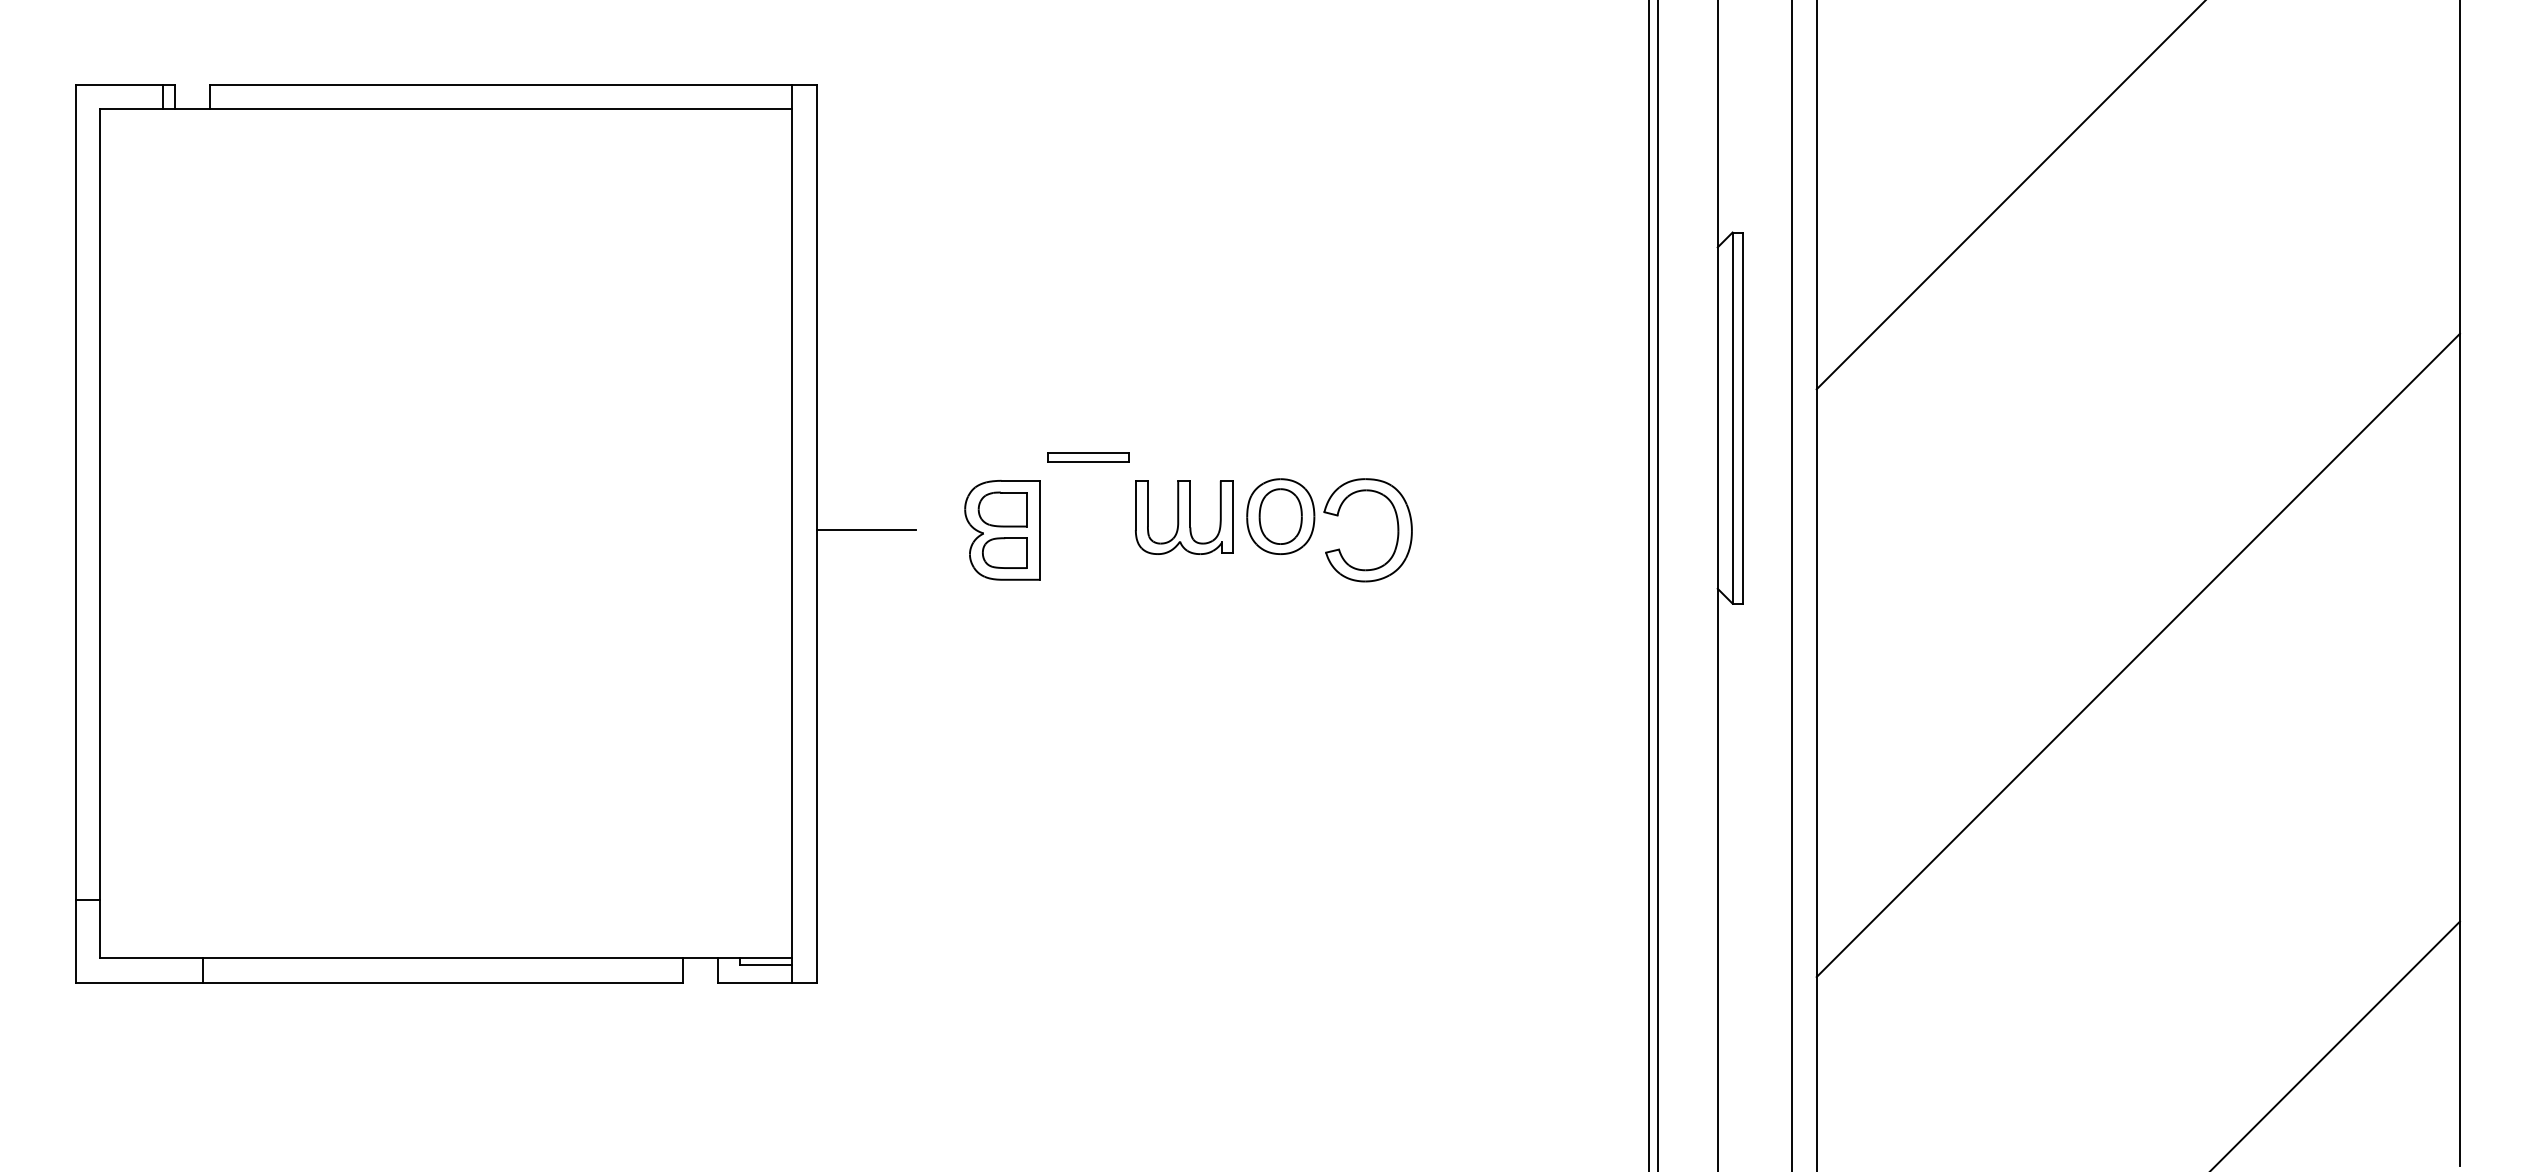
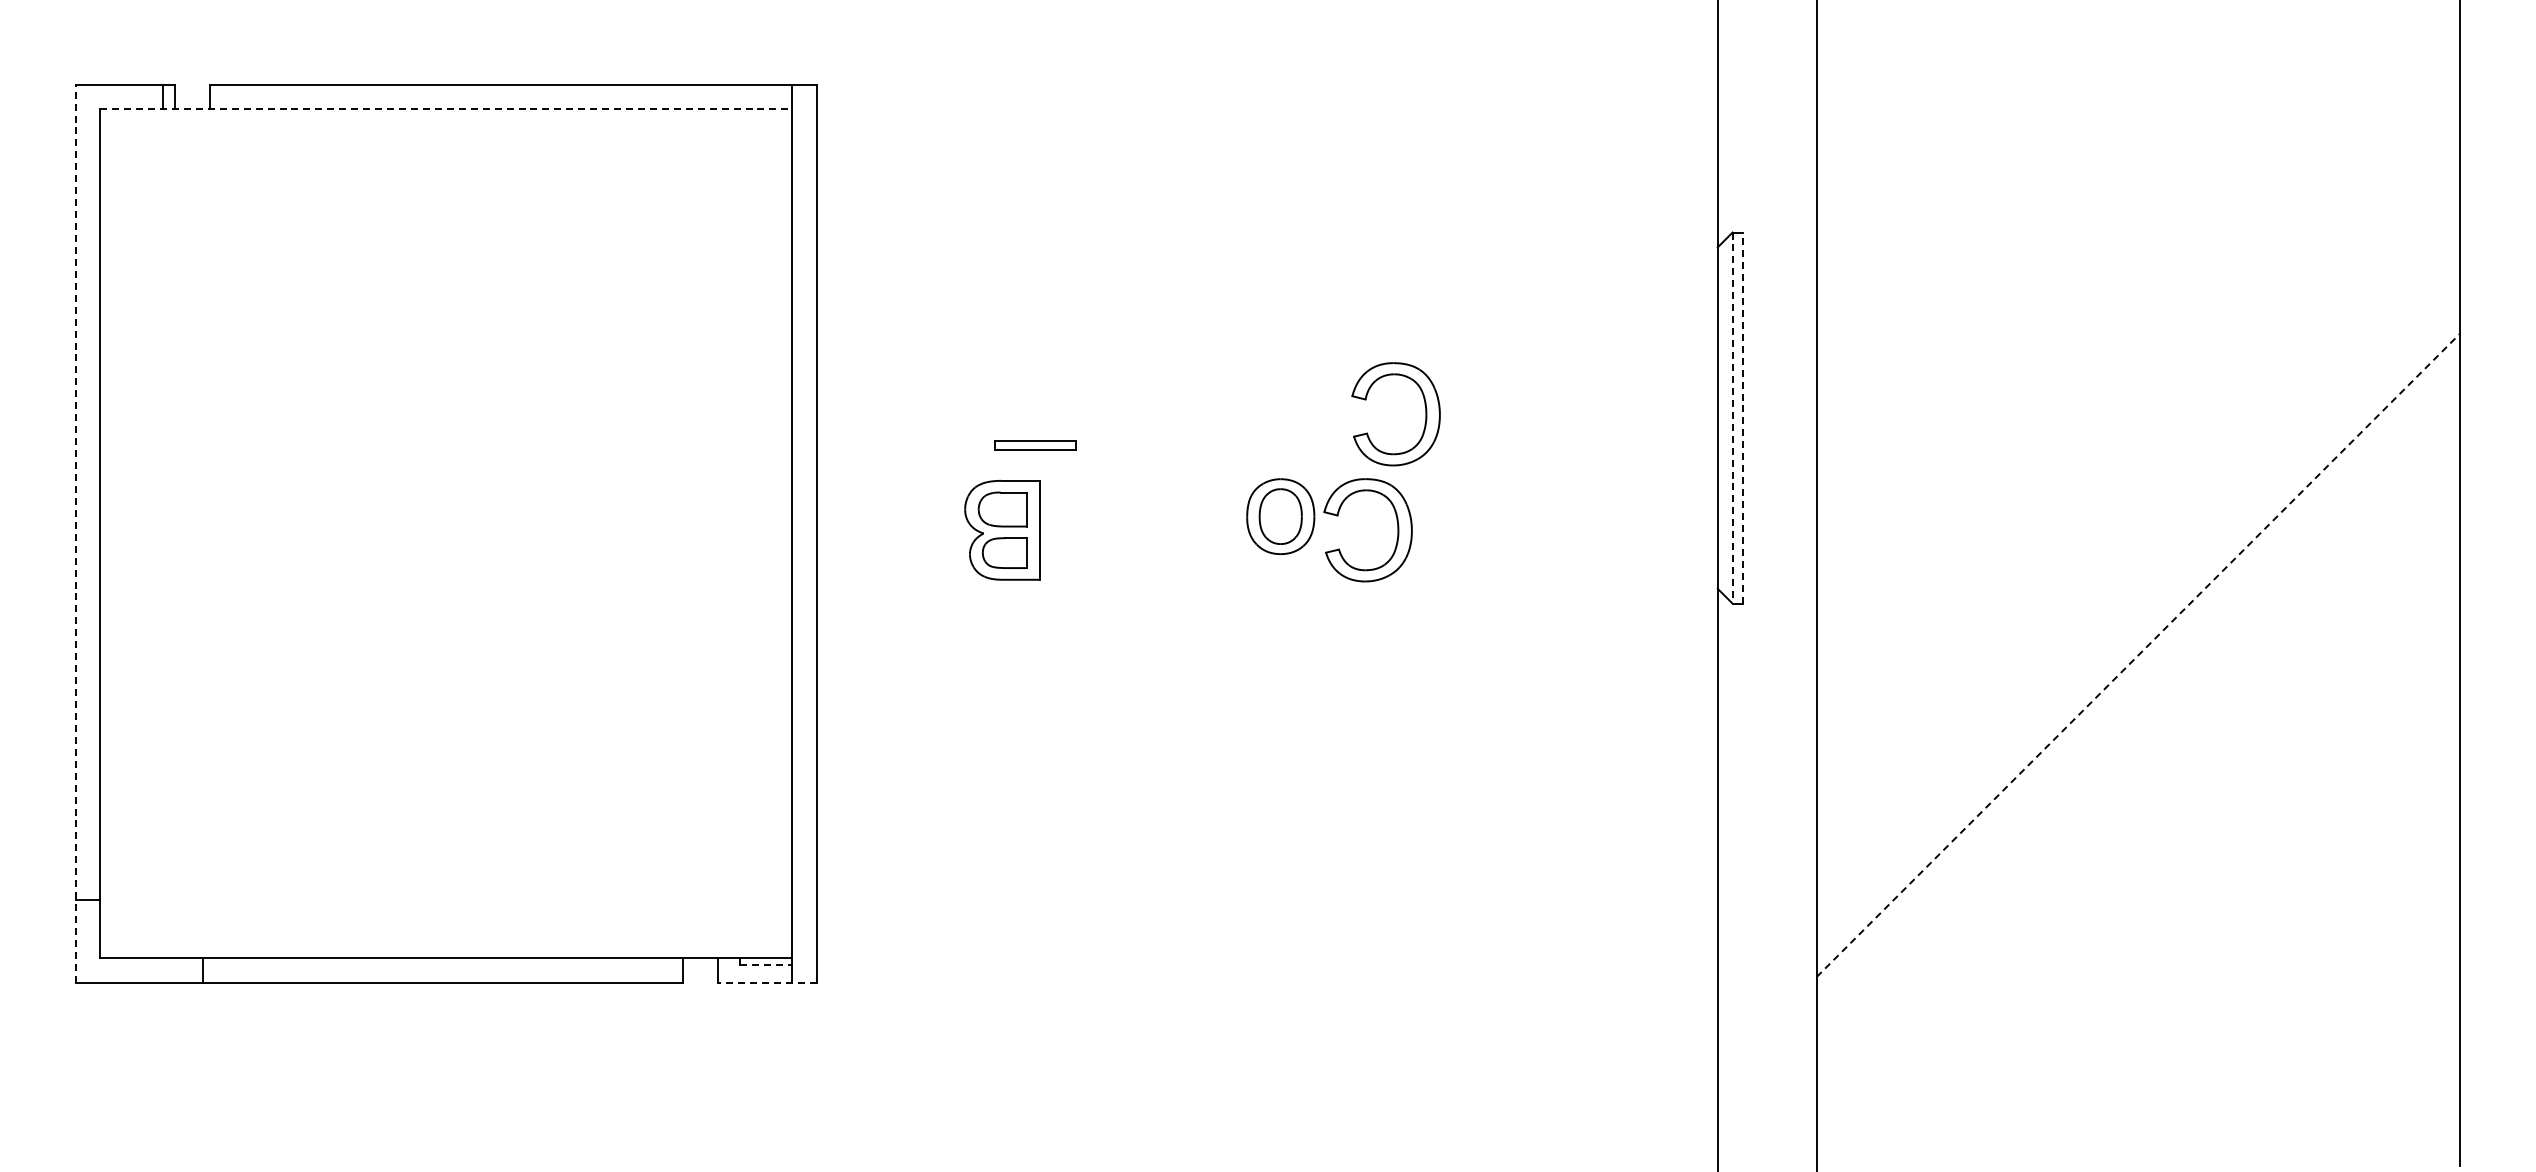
line at (445, 109): solid -> dashed
line at (2009, 195): present -> none
part at (1425, 414): none -> present
line at (1732, 418): solid -> dashed
line at (1742, 418): solid -> dashed
part at (1088, 457) position: (1088, 457) -> (1035, 445)
part at (1184, 517): present -> none
line at (865, 530): present -> none
line at (76, 533): solid -> dashed
line at (1648, 585): present -> none
line at (1658, 585): present -> none
line at (1791, 585): present -> none
line at (2138, 655): solid -> dashed
line at (765, 964): solid -> dashed
line at (766, 982): solid -> dashed
line at (2335, 1044): present -> none
